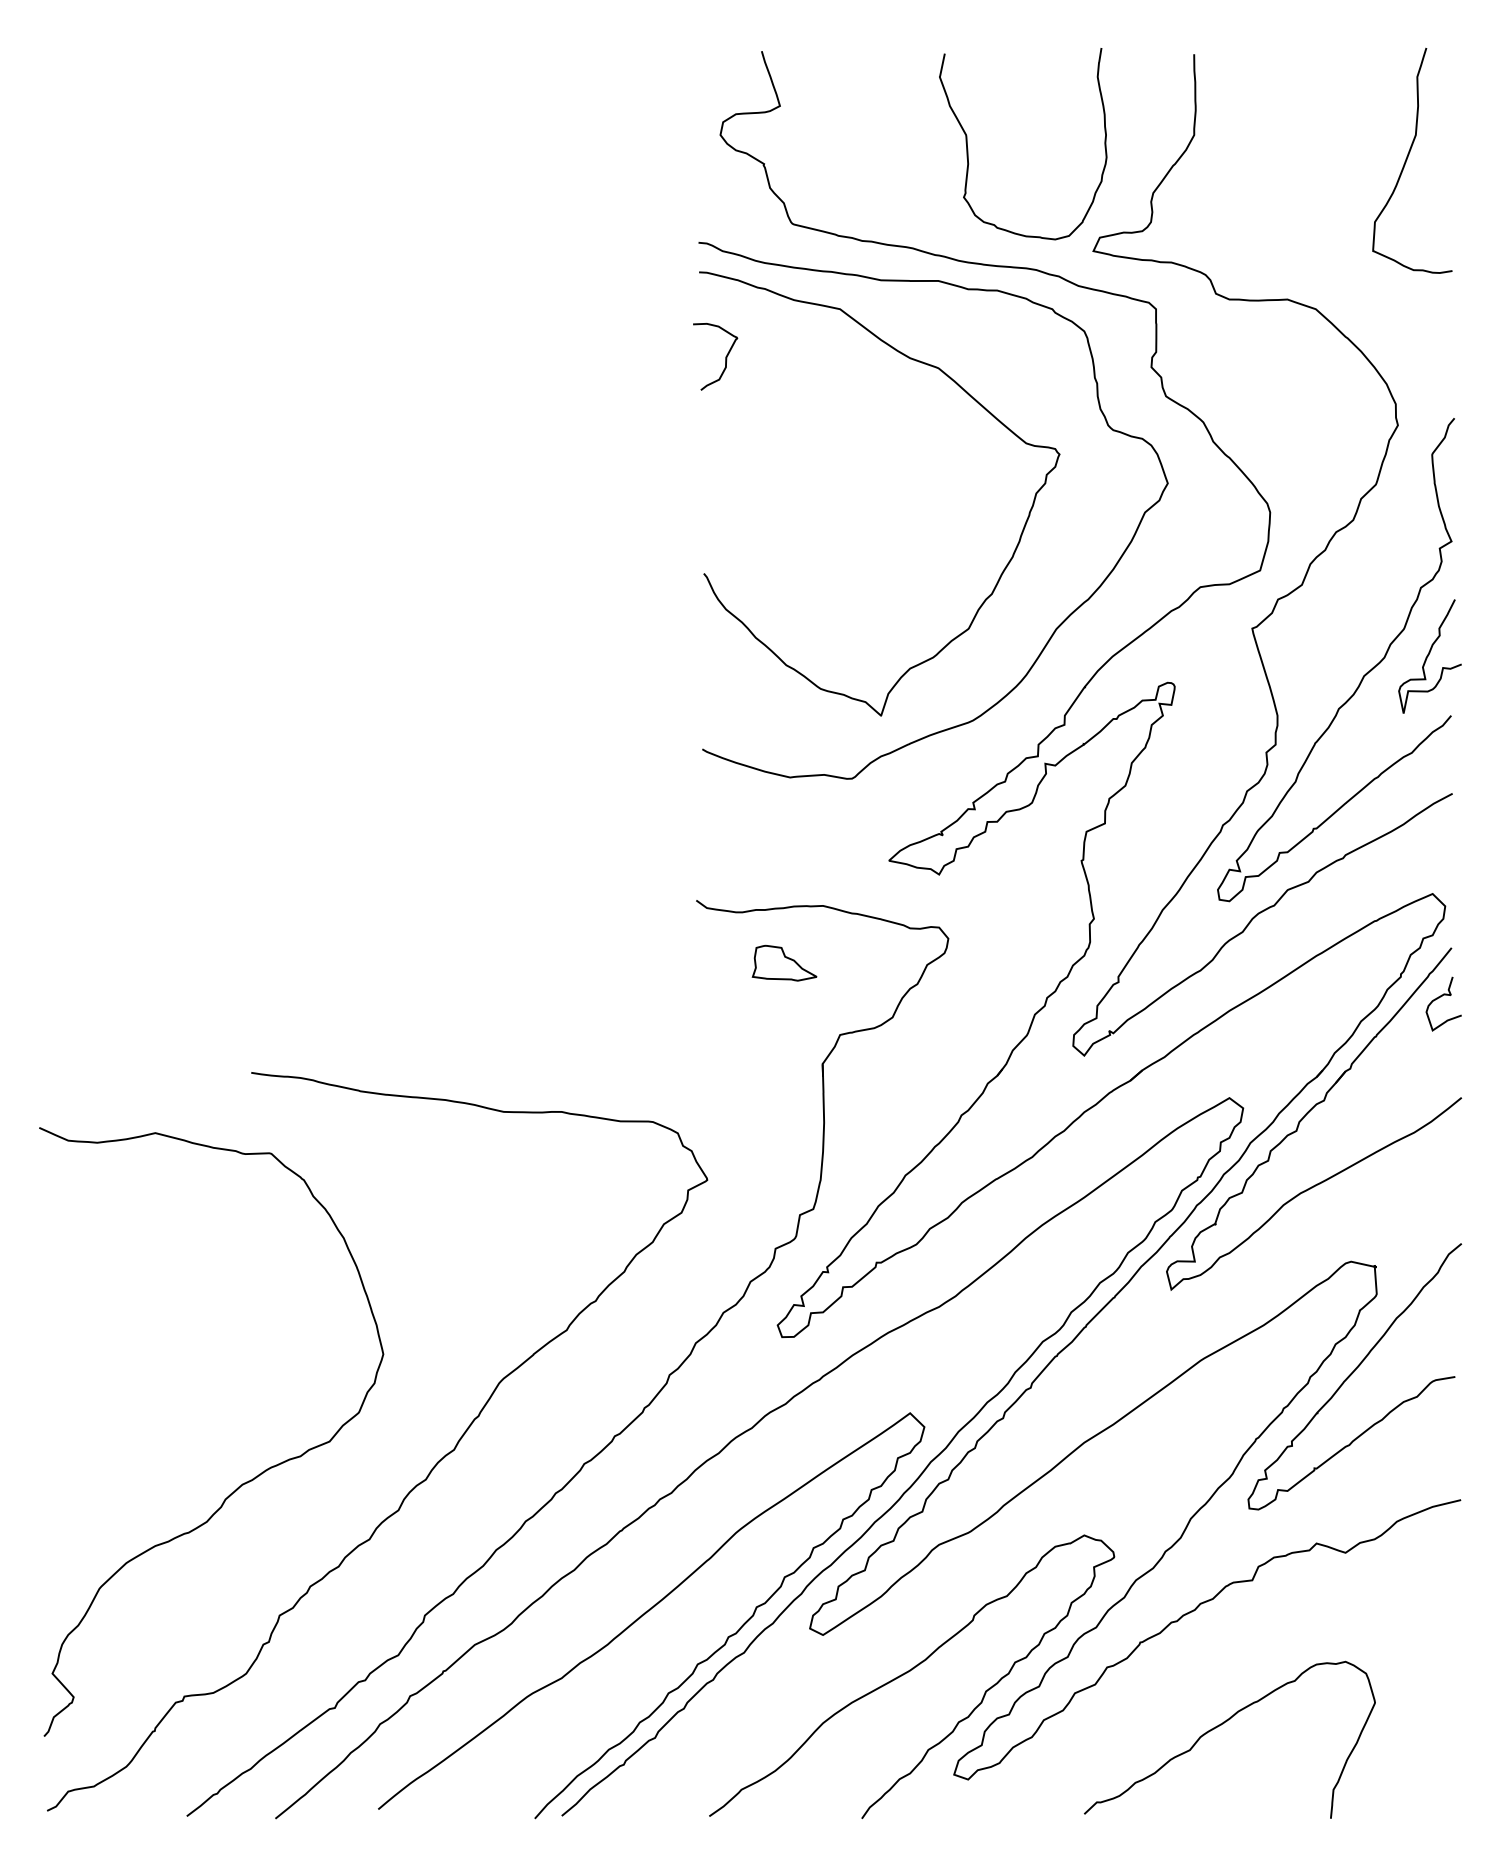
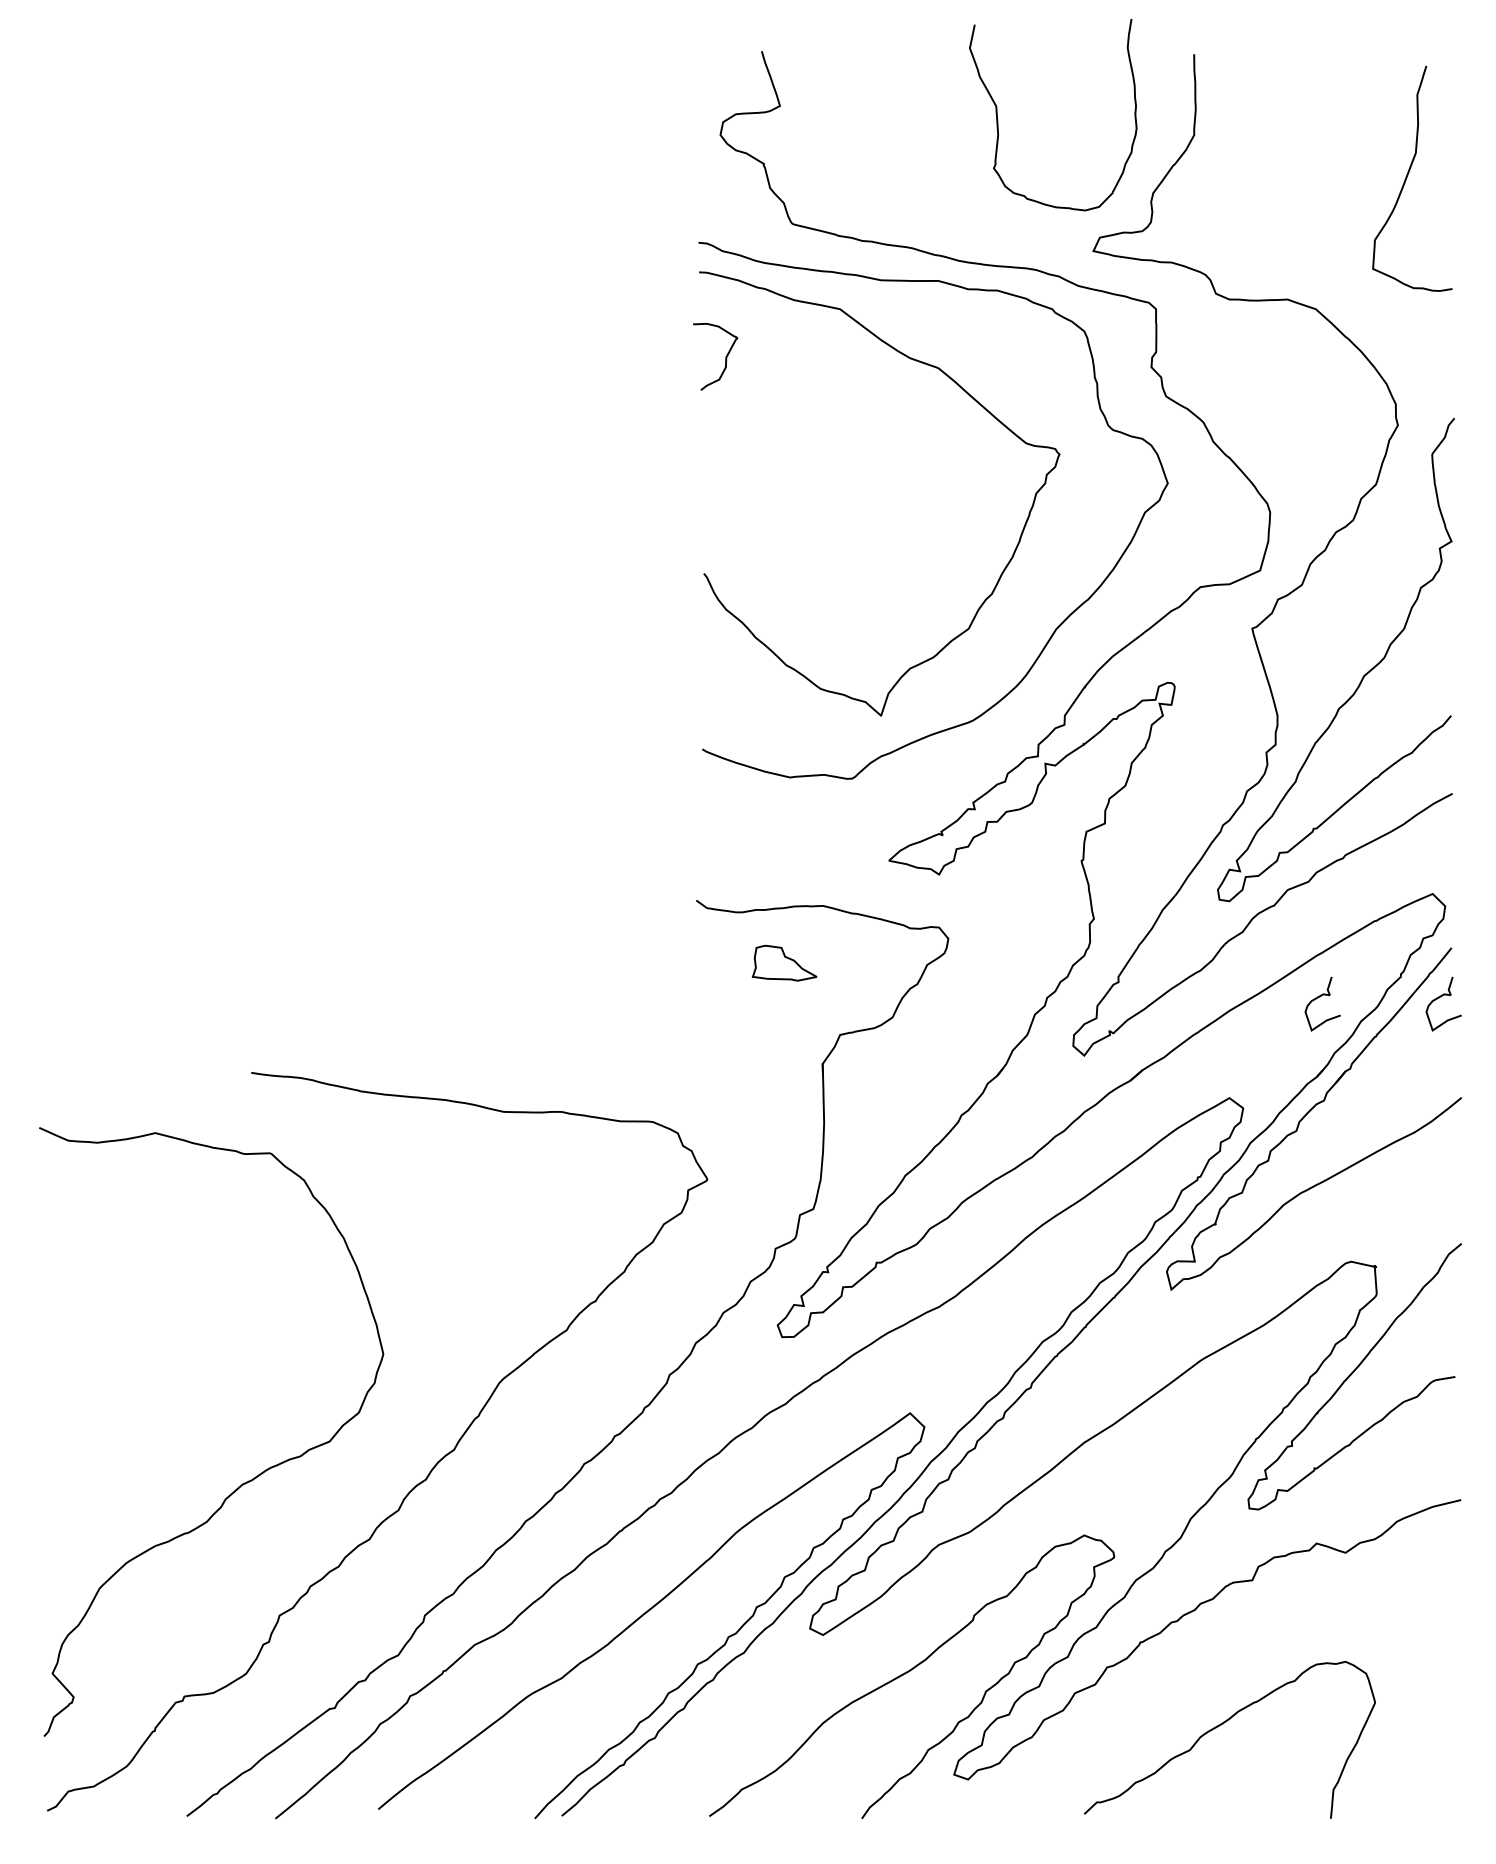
curve at (968, 148) position: (968, 148) -> (998, 119)
curve at (1408, 157) position: (1408, 157) -> (1408, 175)
curve at (1429, 655): present -> none
curve at (1318, 998): none -> present
